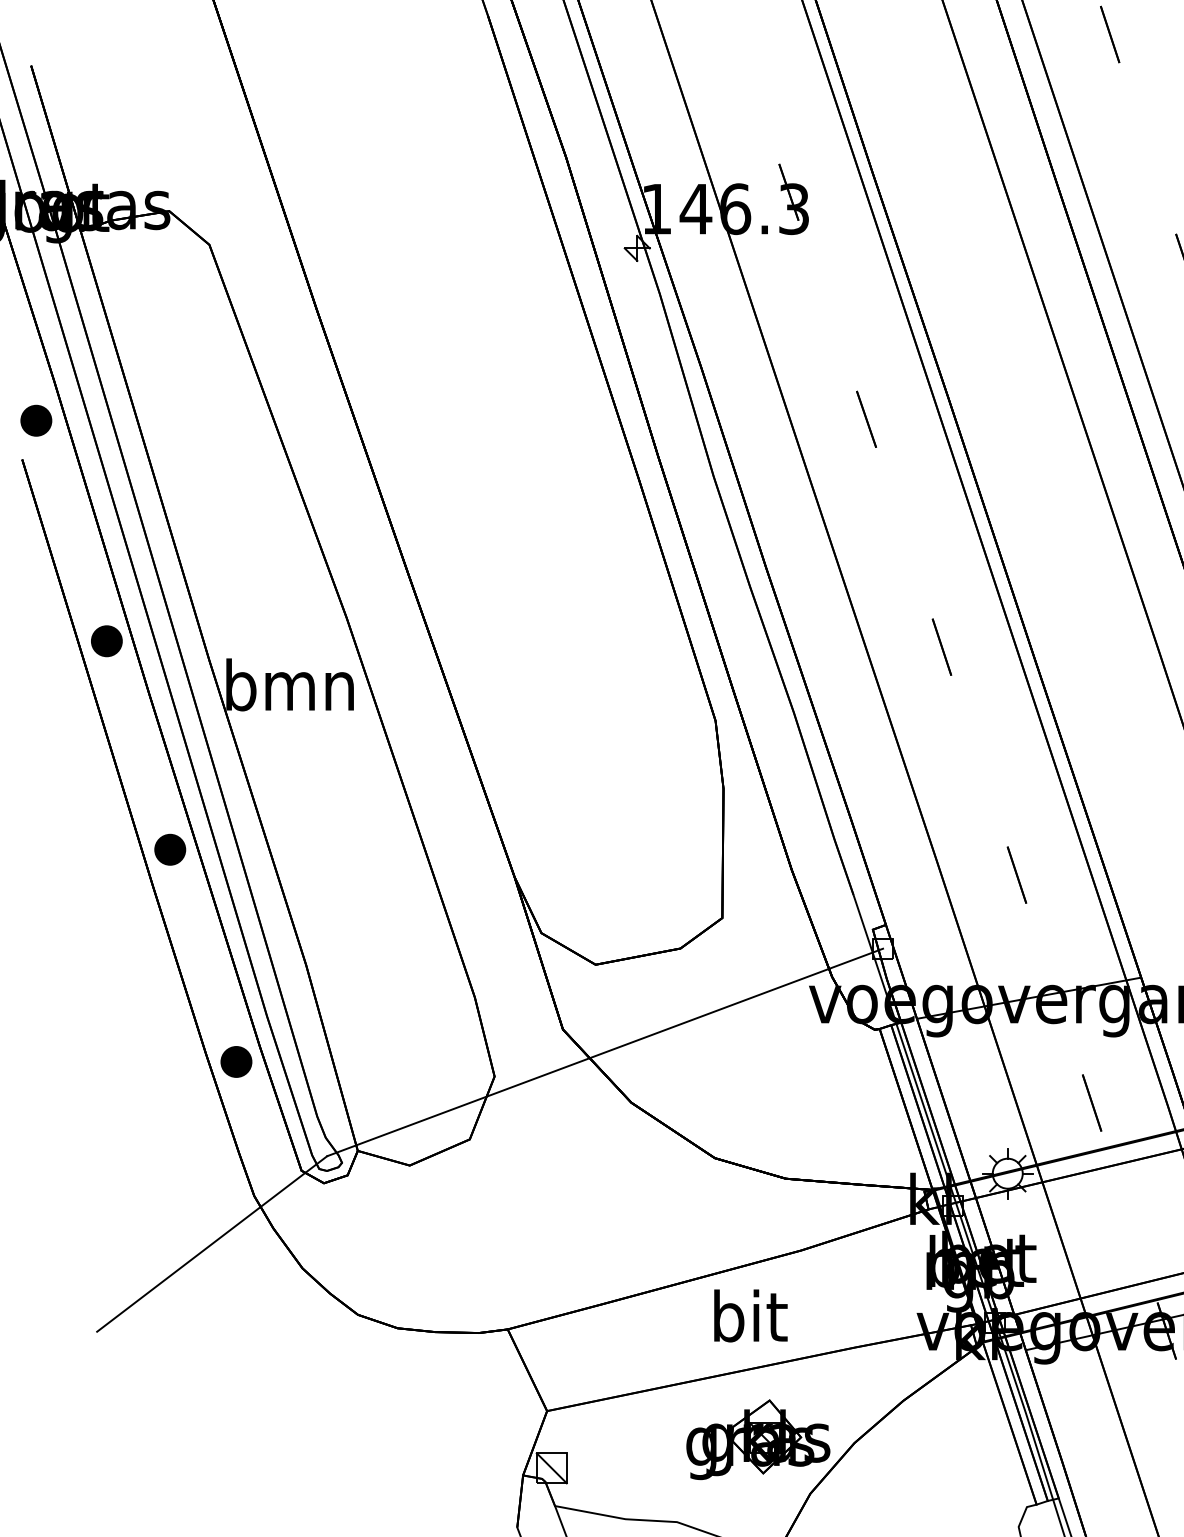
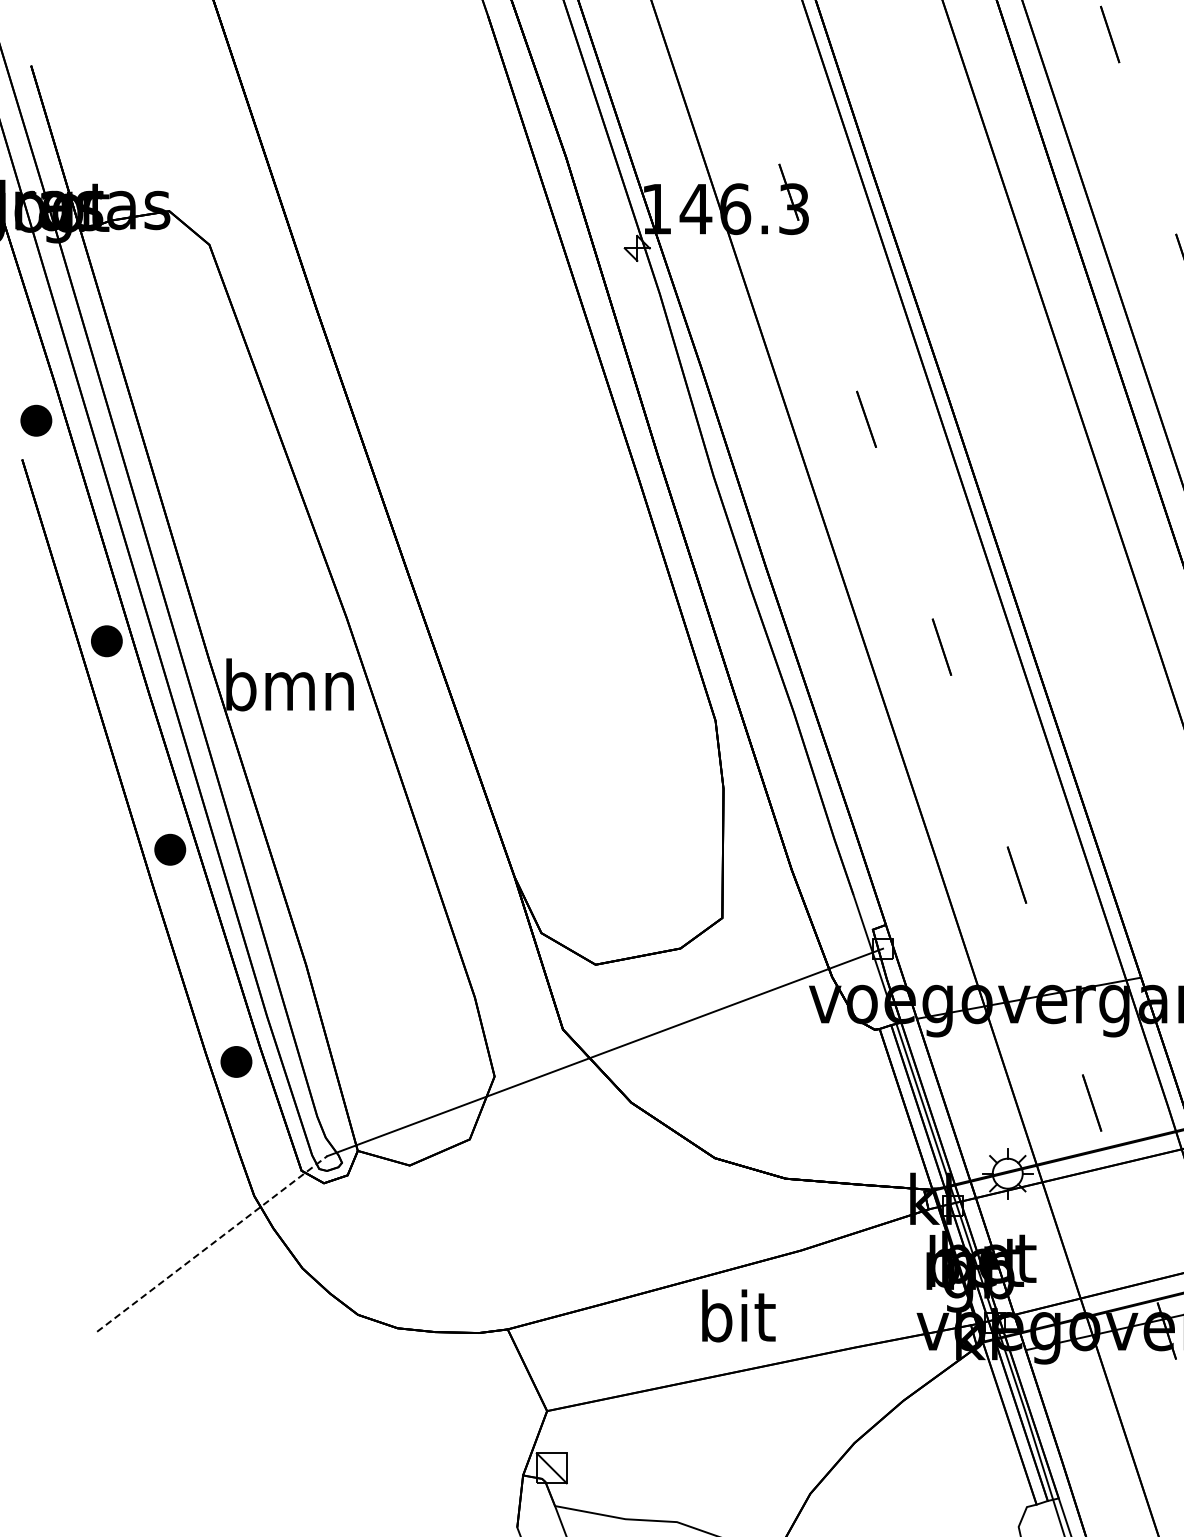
line at (212, 1243): solid -> dashed
text at (750, 1315) position: (750, 1315) -> (738, 1315)
part at (758, 1439): present -> none
